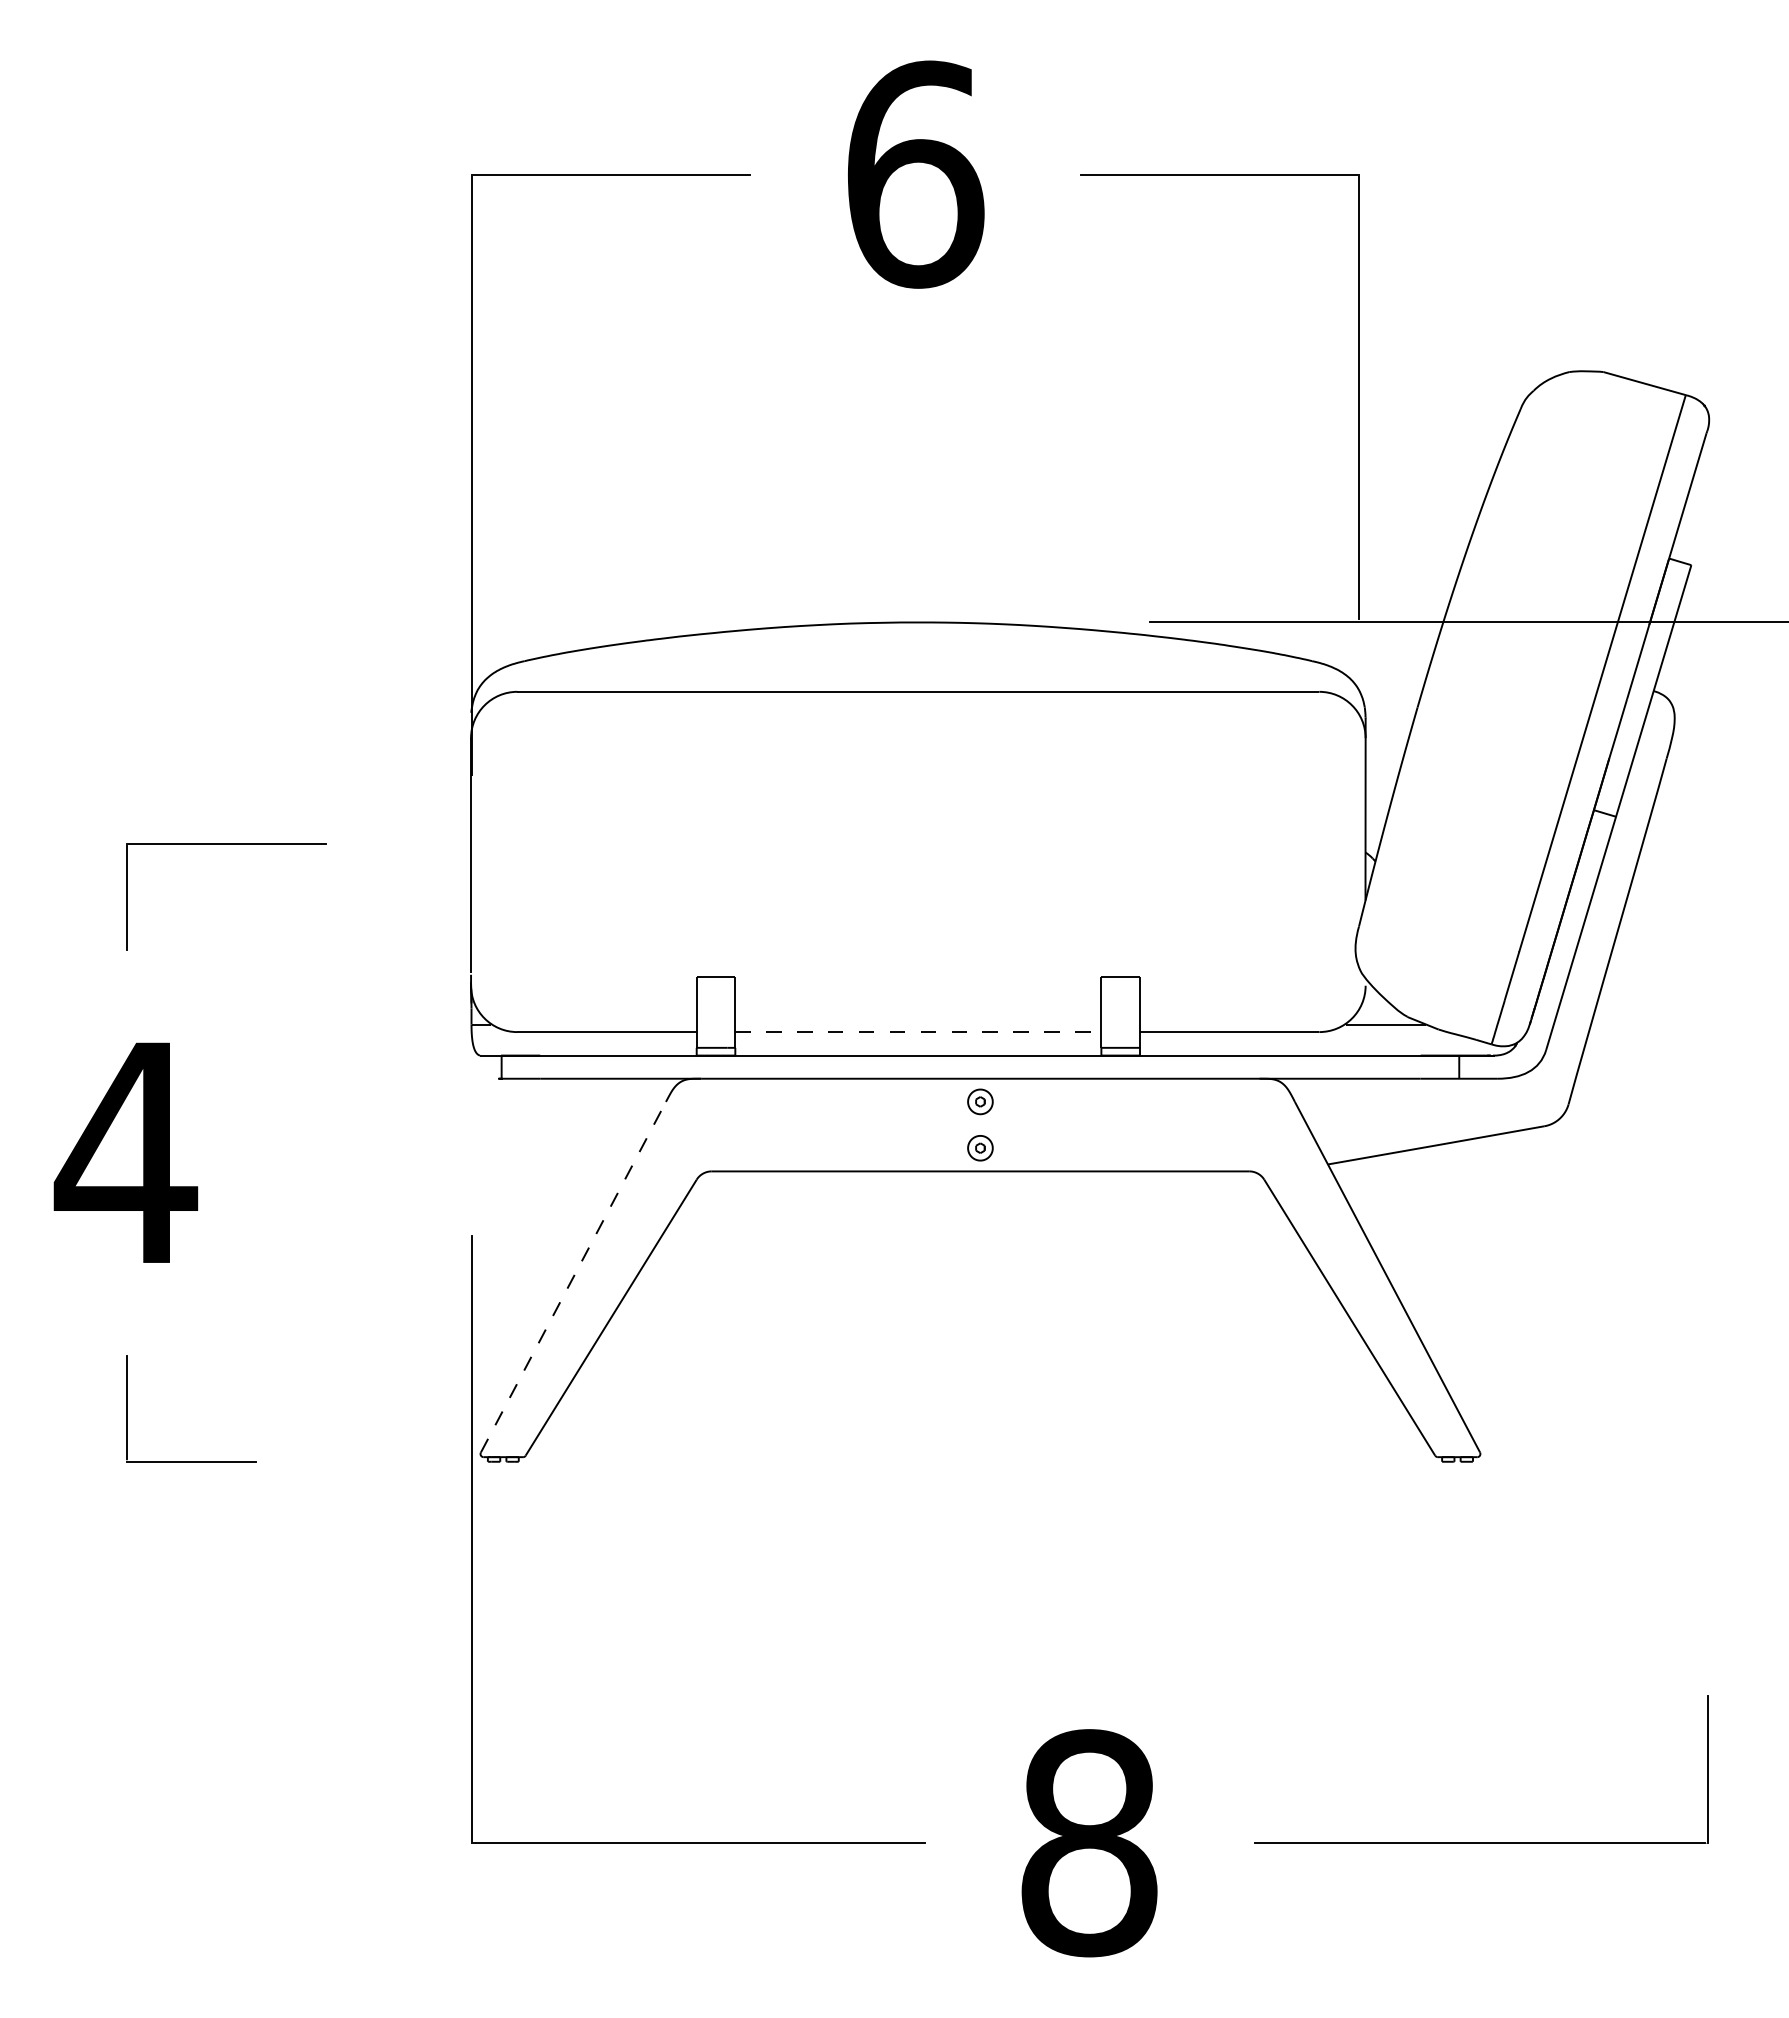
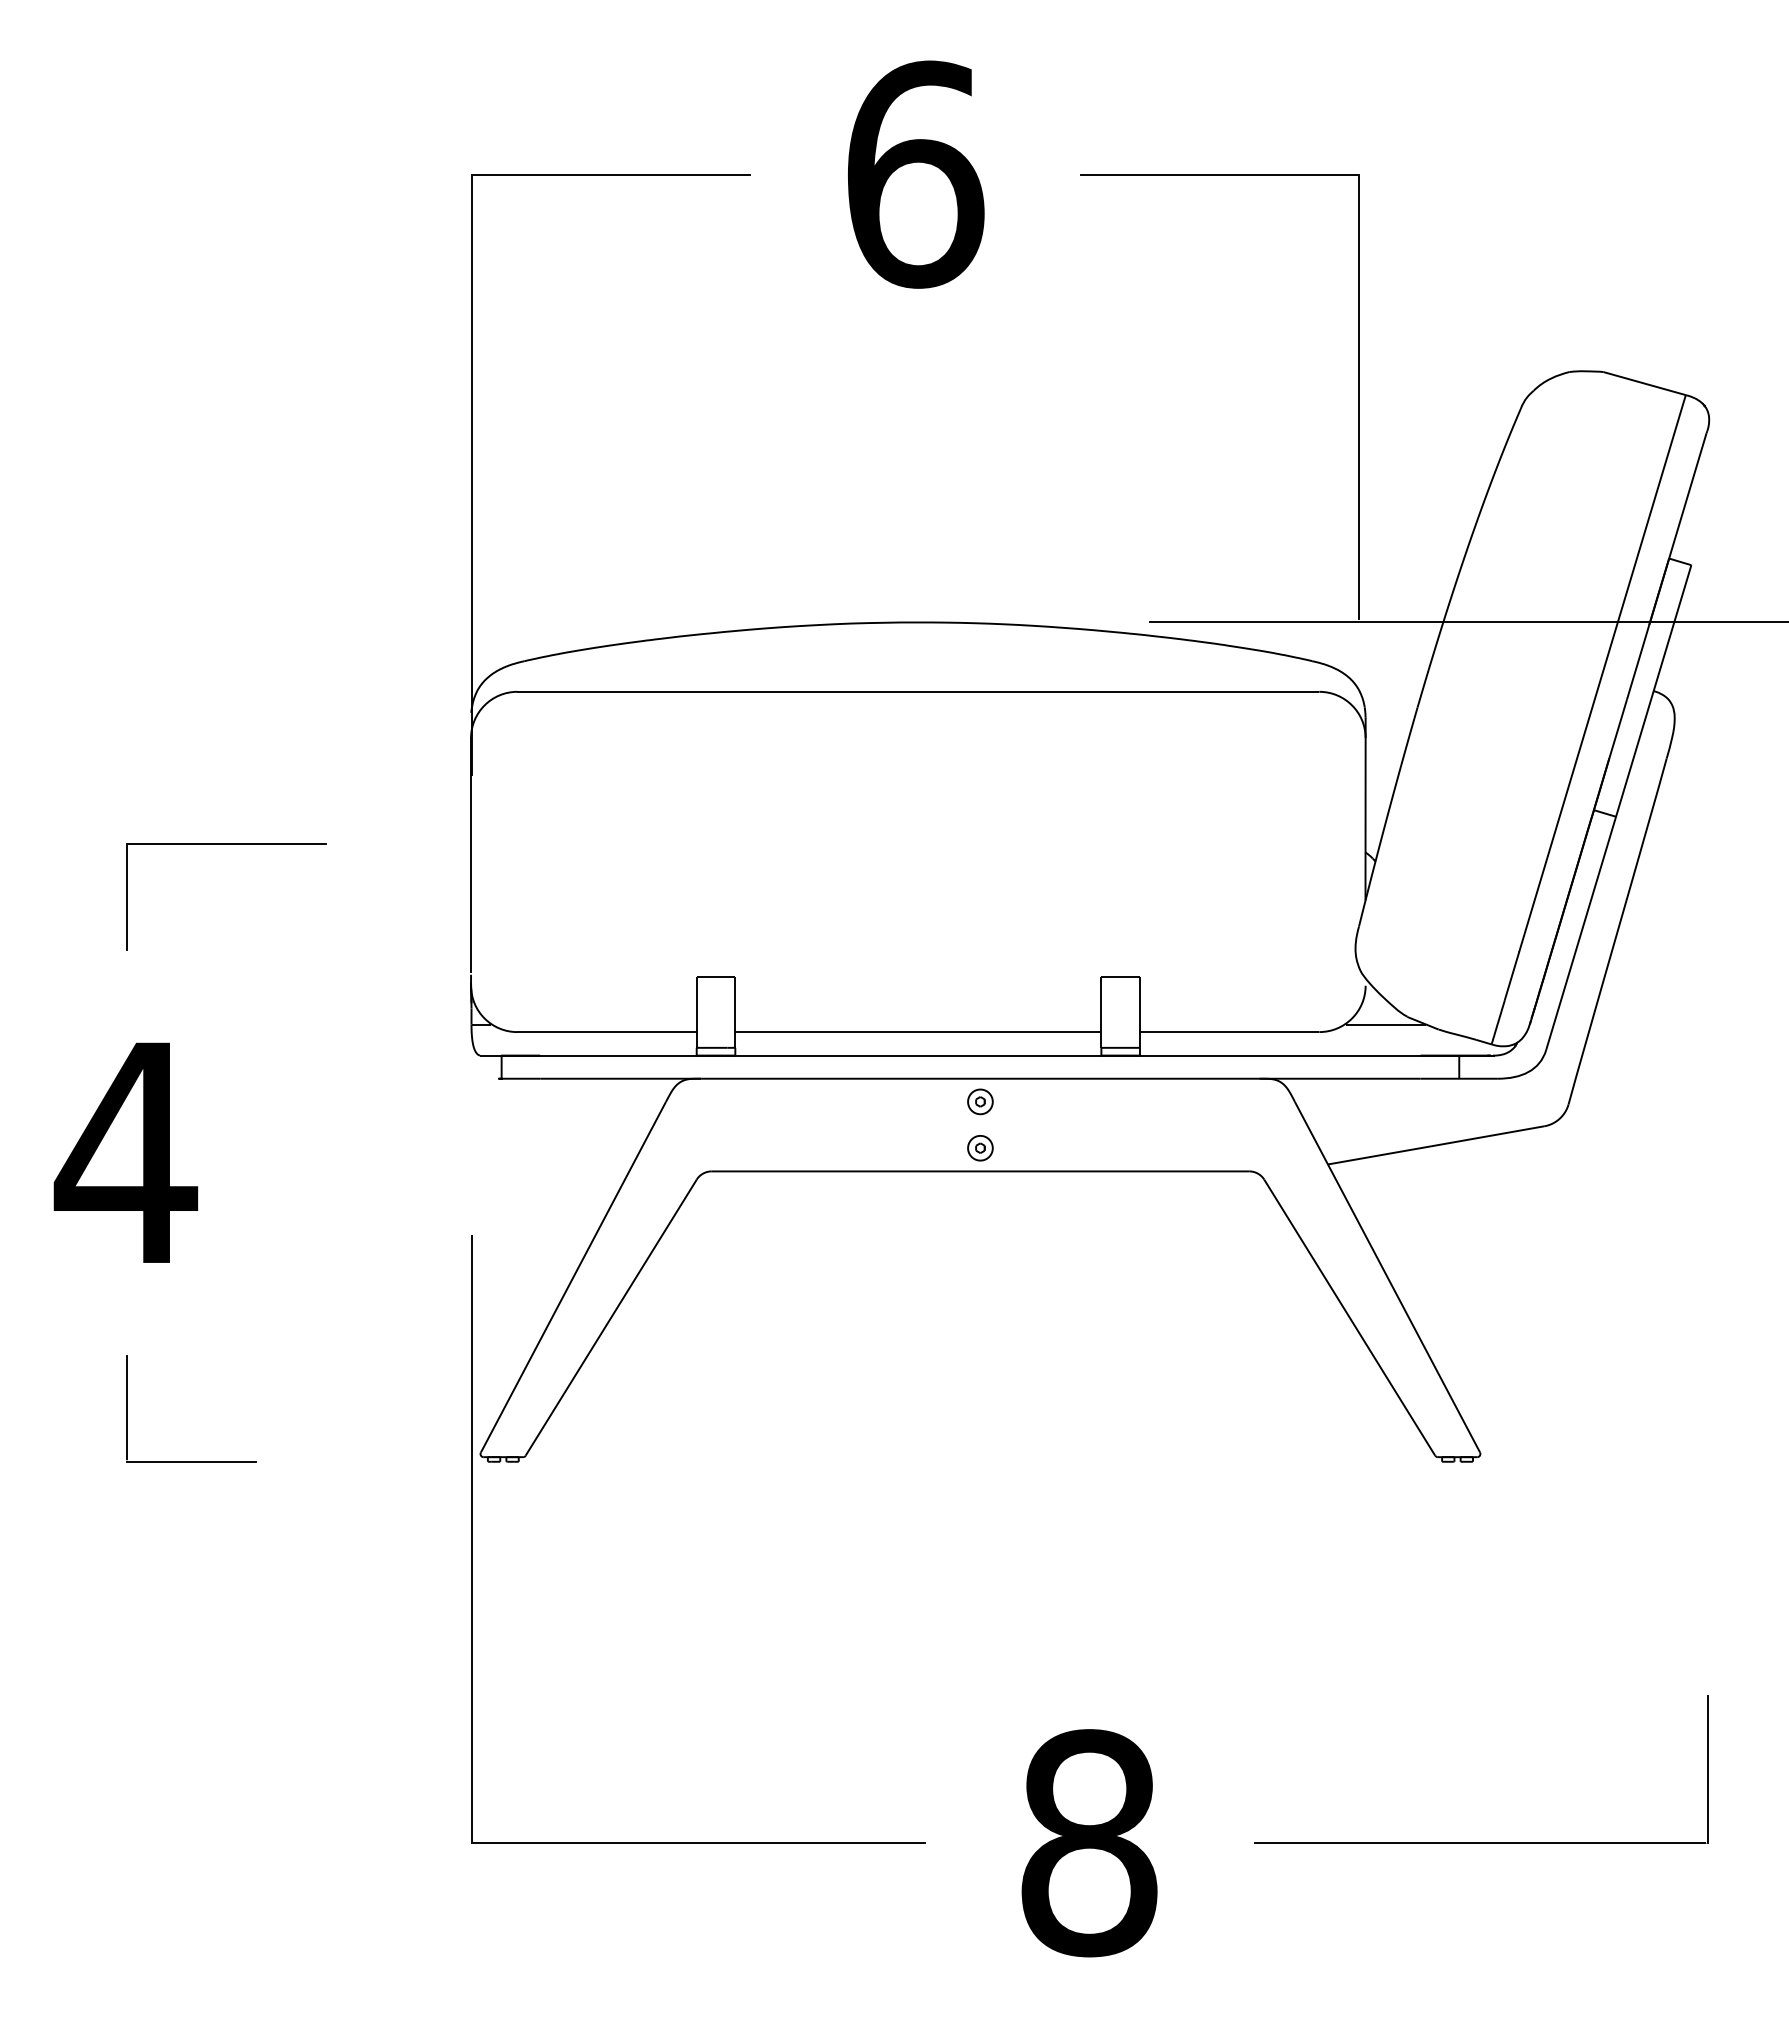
line at (918, 1032): dashed -> solid
line at (573, 1276): dashed -> solid
